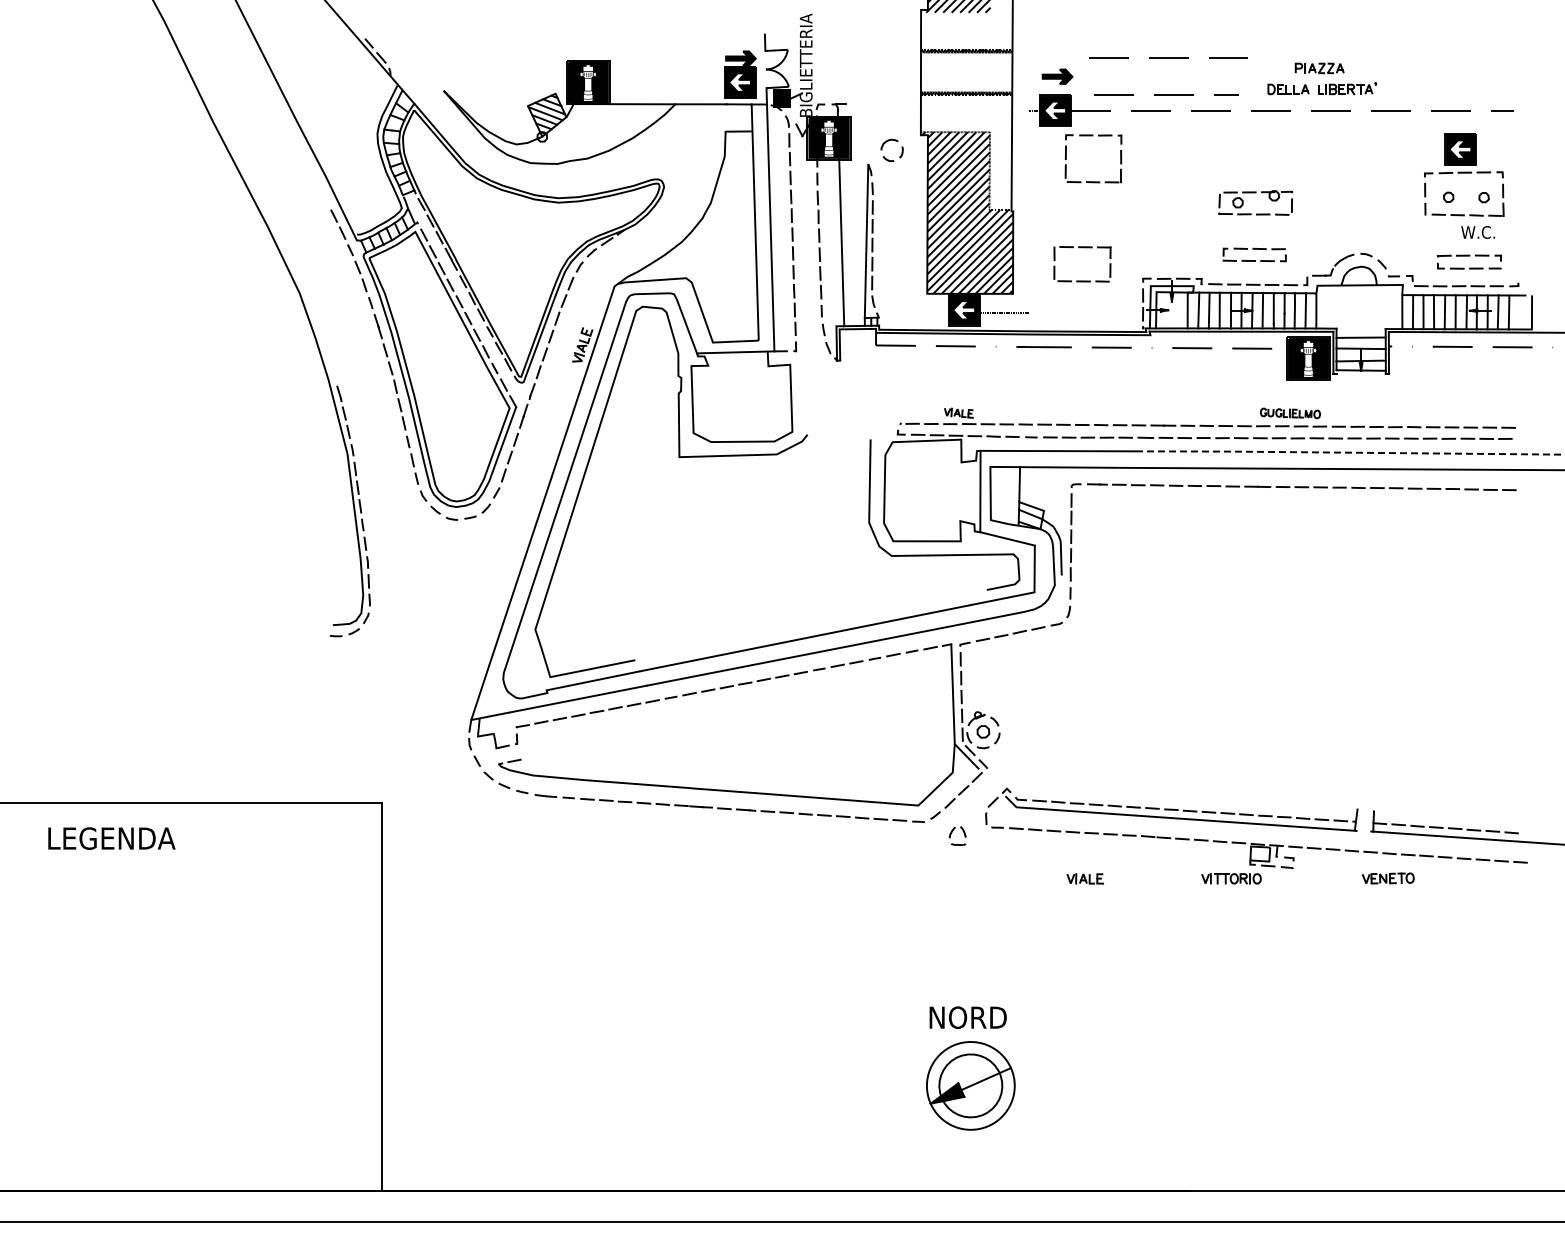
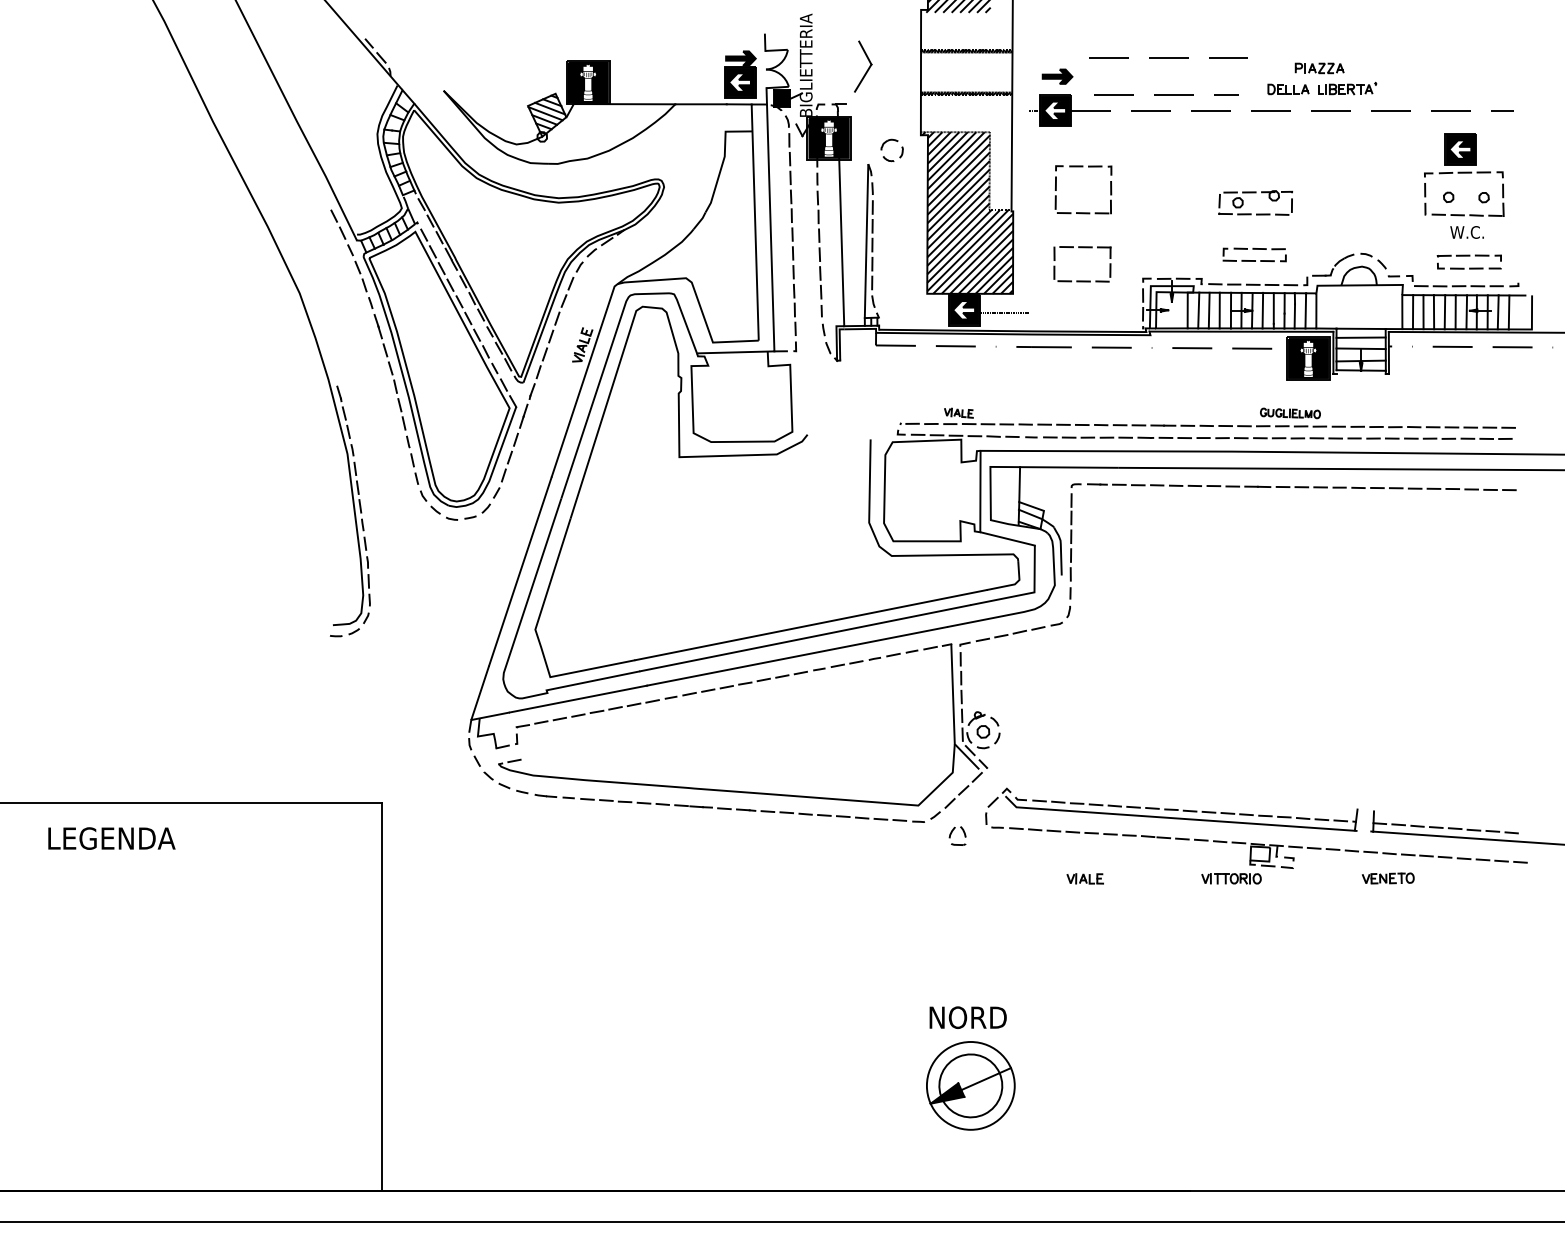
part at (863, 66): none -> present
part at (1093, 136) position: (1093, 136) -> (1083, 167)
text at (1477, 232) position: (1477, 232) -> (1466, 232)
line at (1360, 328): none -> present
line at (1349, 452): dashed -> solid
line at (810, 625): none -> present
